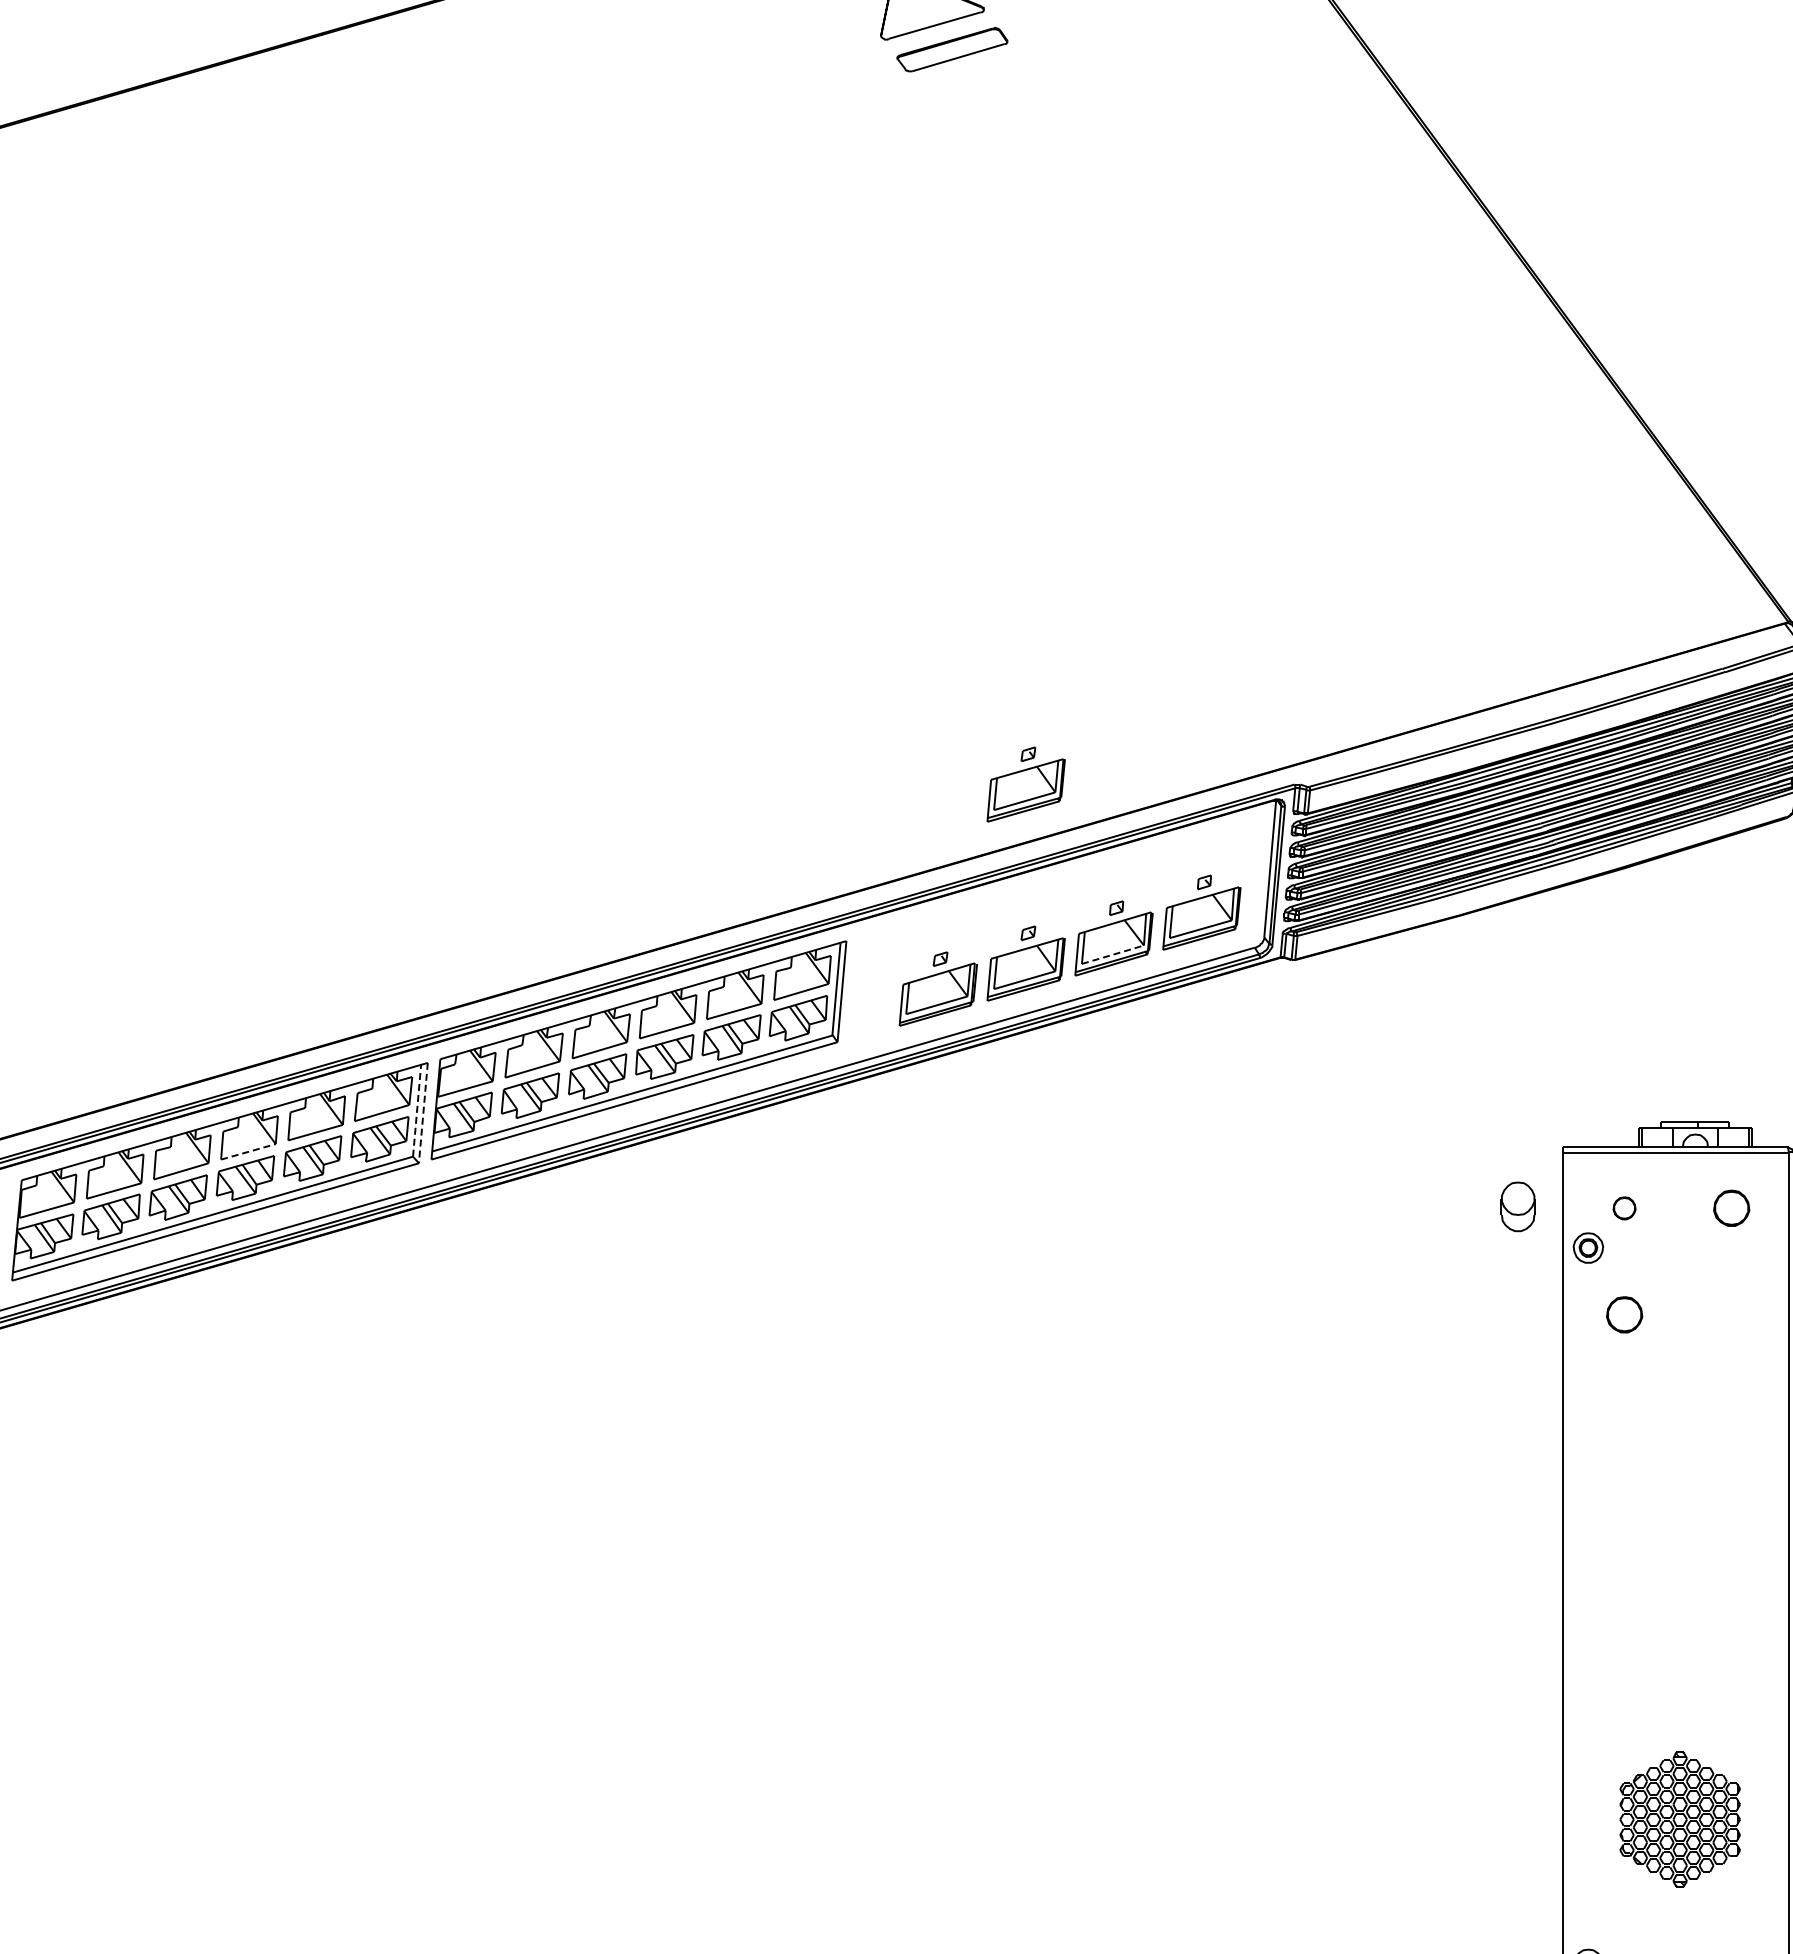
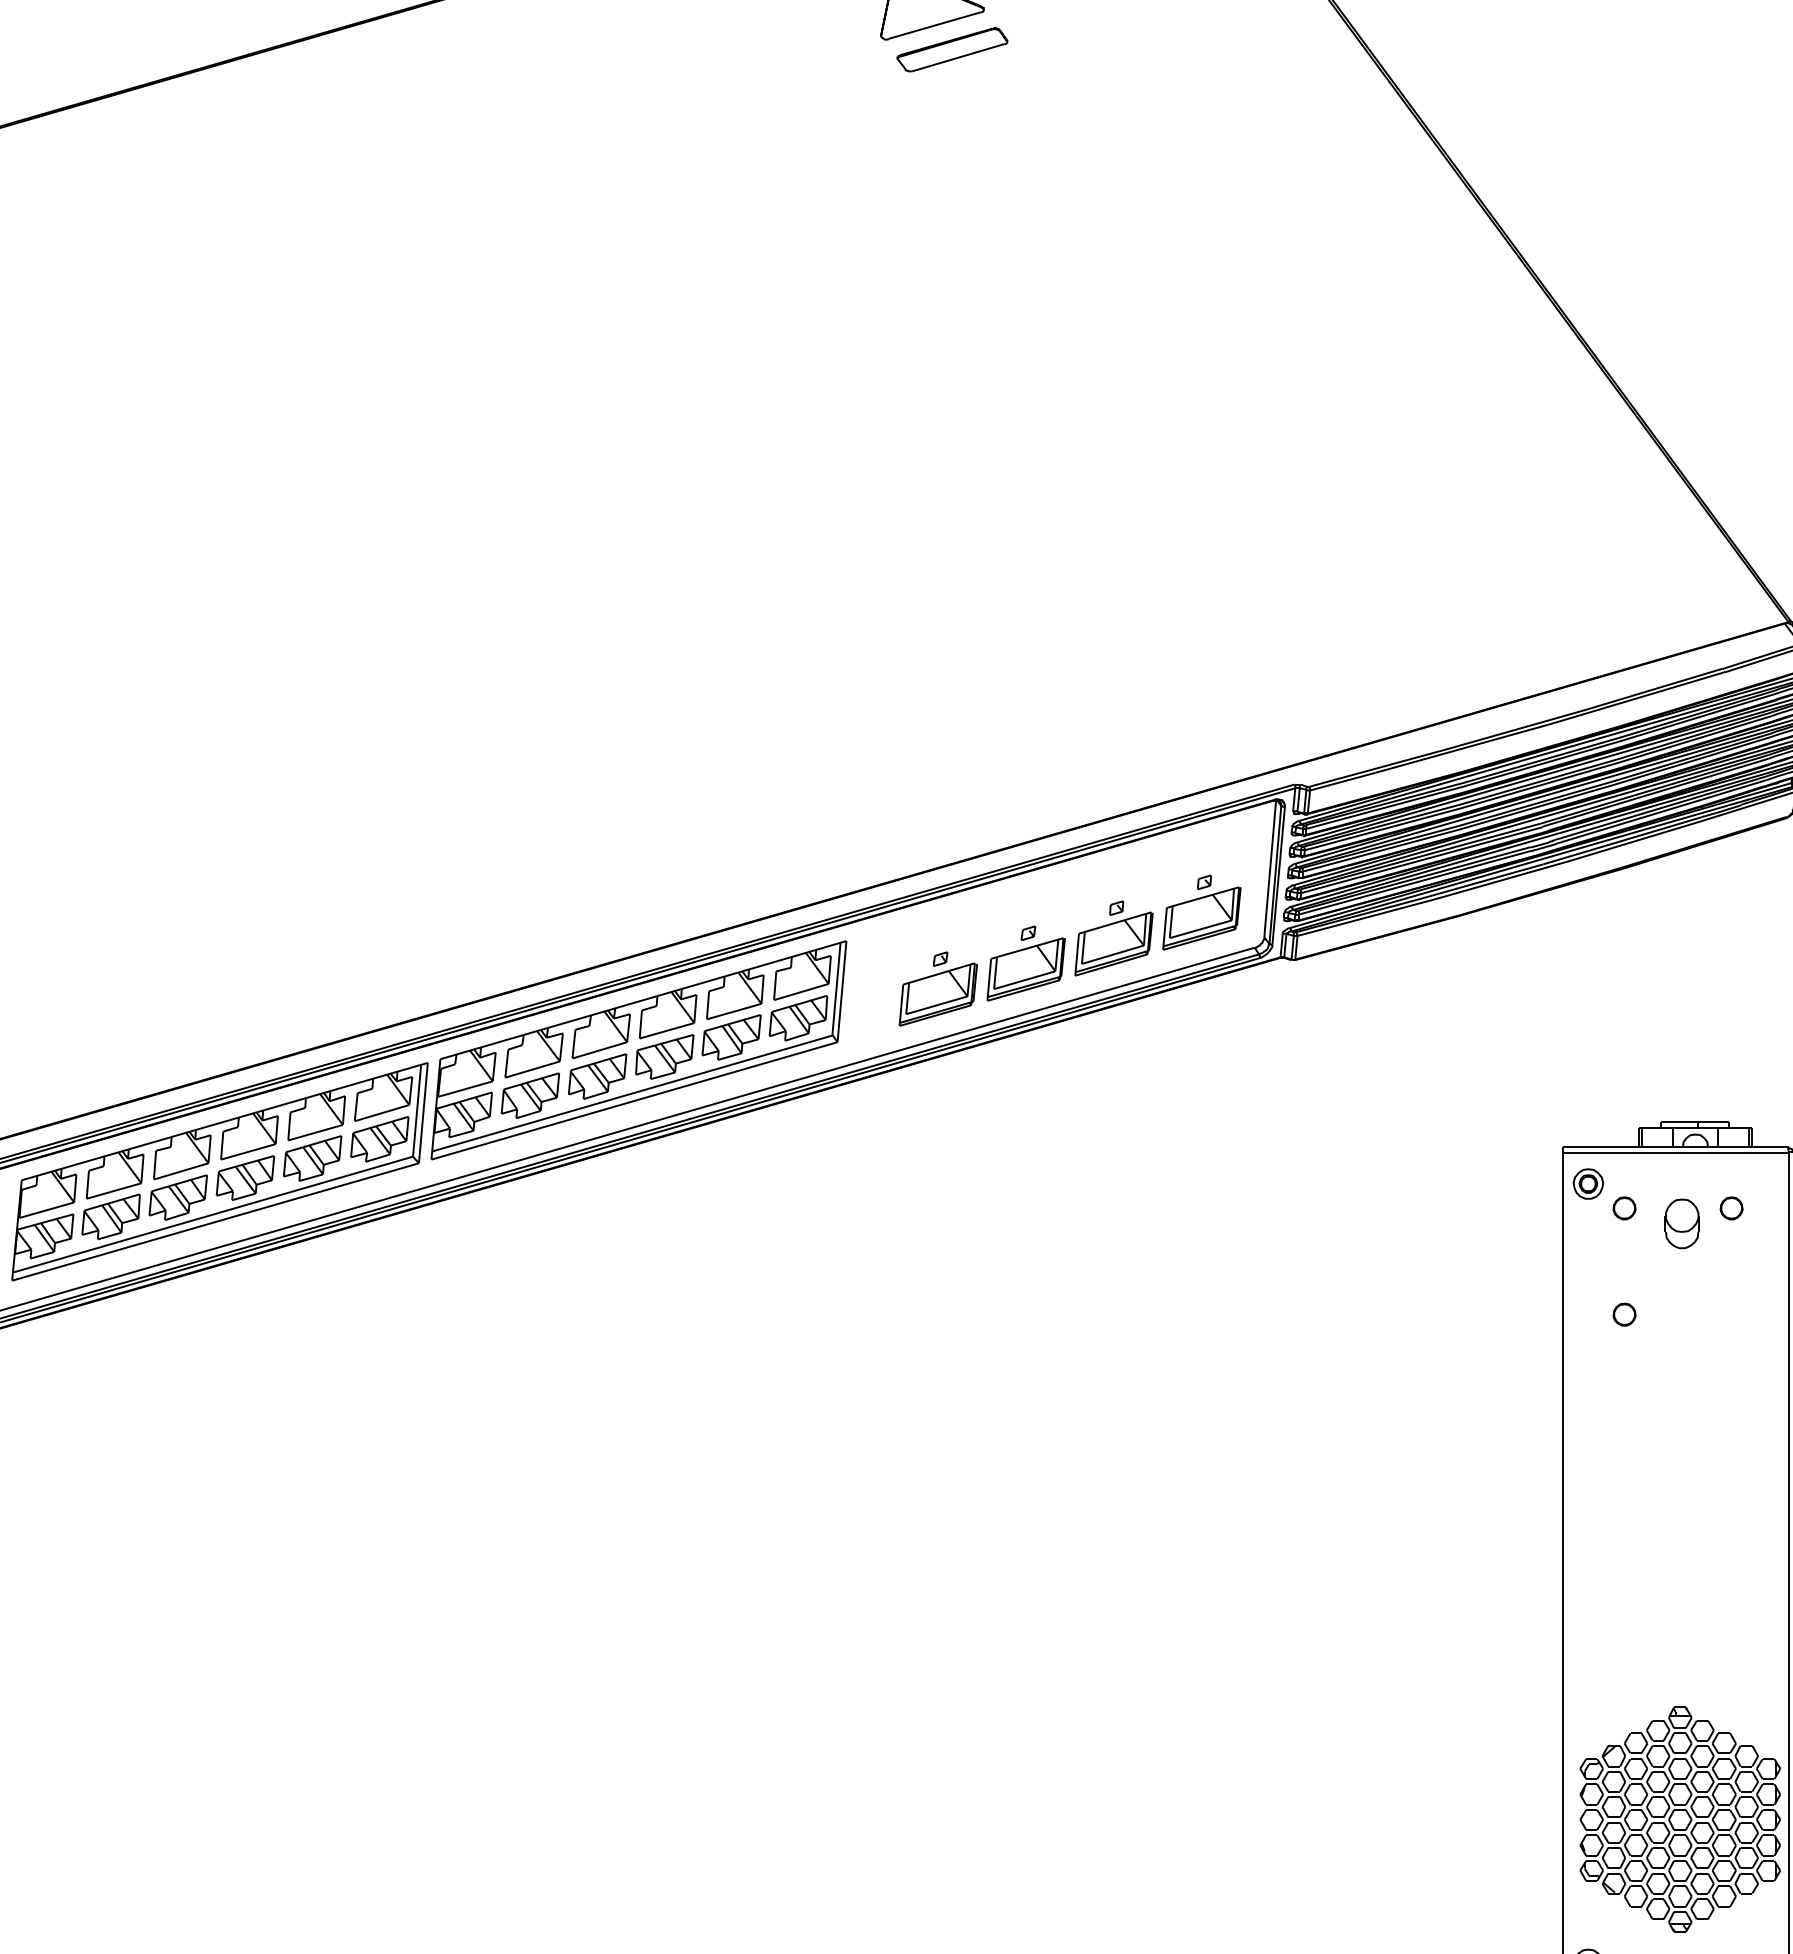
part at (1025, 784): present -> none
line at (1113, 954): dashed -> solid
line at (417, 1110): dashed -> solid
line at (423, 1113): dashed -> solid
line at (248, 1151): dashed -> solid
part at (1517, 1206) position: (1517, 1206) -> (1681, 1223)
part at (1731, 1207) size: 38x38 px -> 25x25 px
part at (1588, 1247) position: (1588, 1247) -> (1588, 1183)
part at (1624, 1314) size: 38x38 px -> 25x25 px
part at (1679, 1819) size: 122x137 px -> 202x227 px
